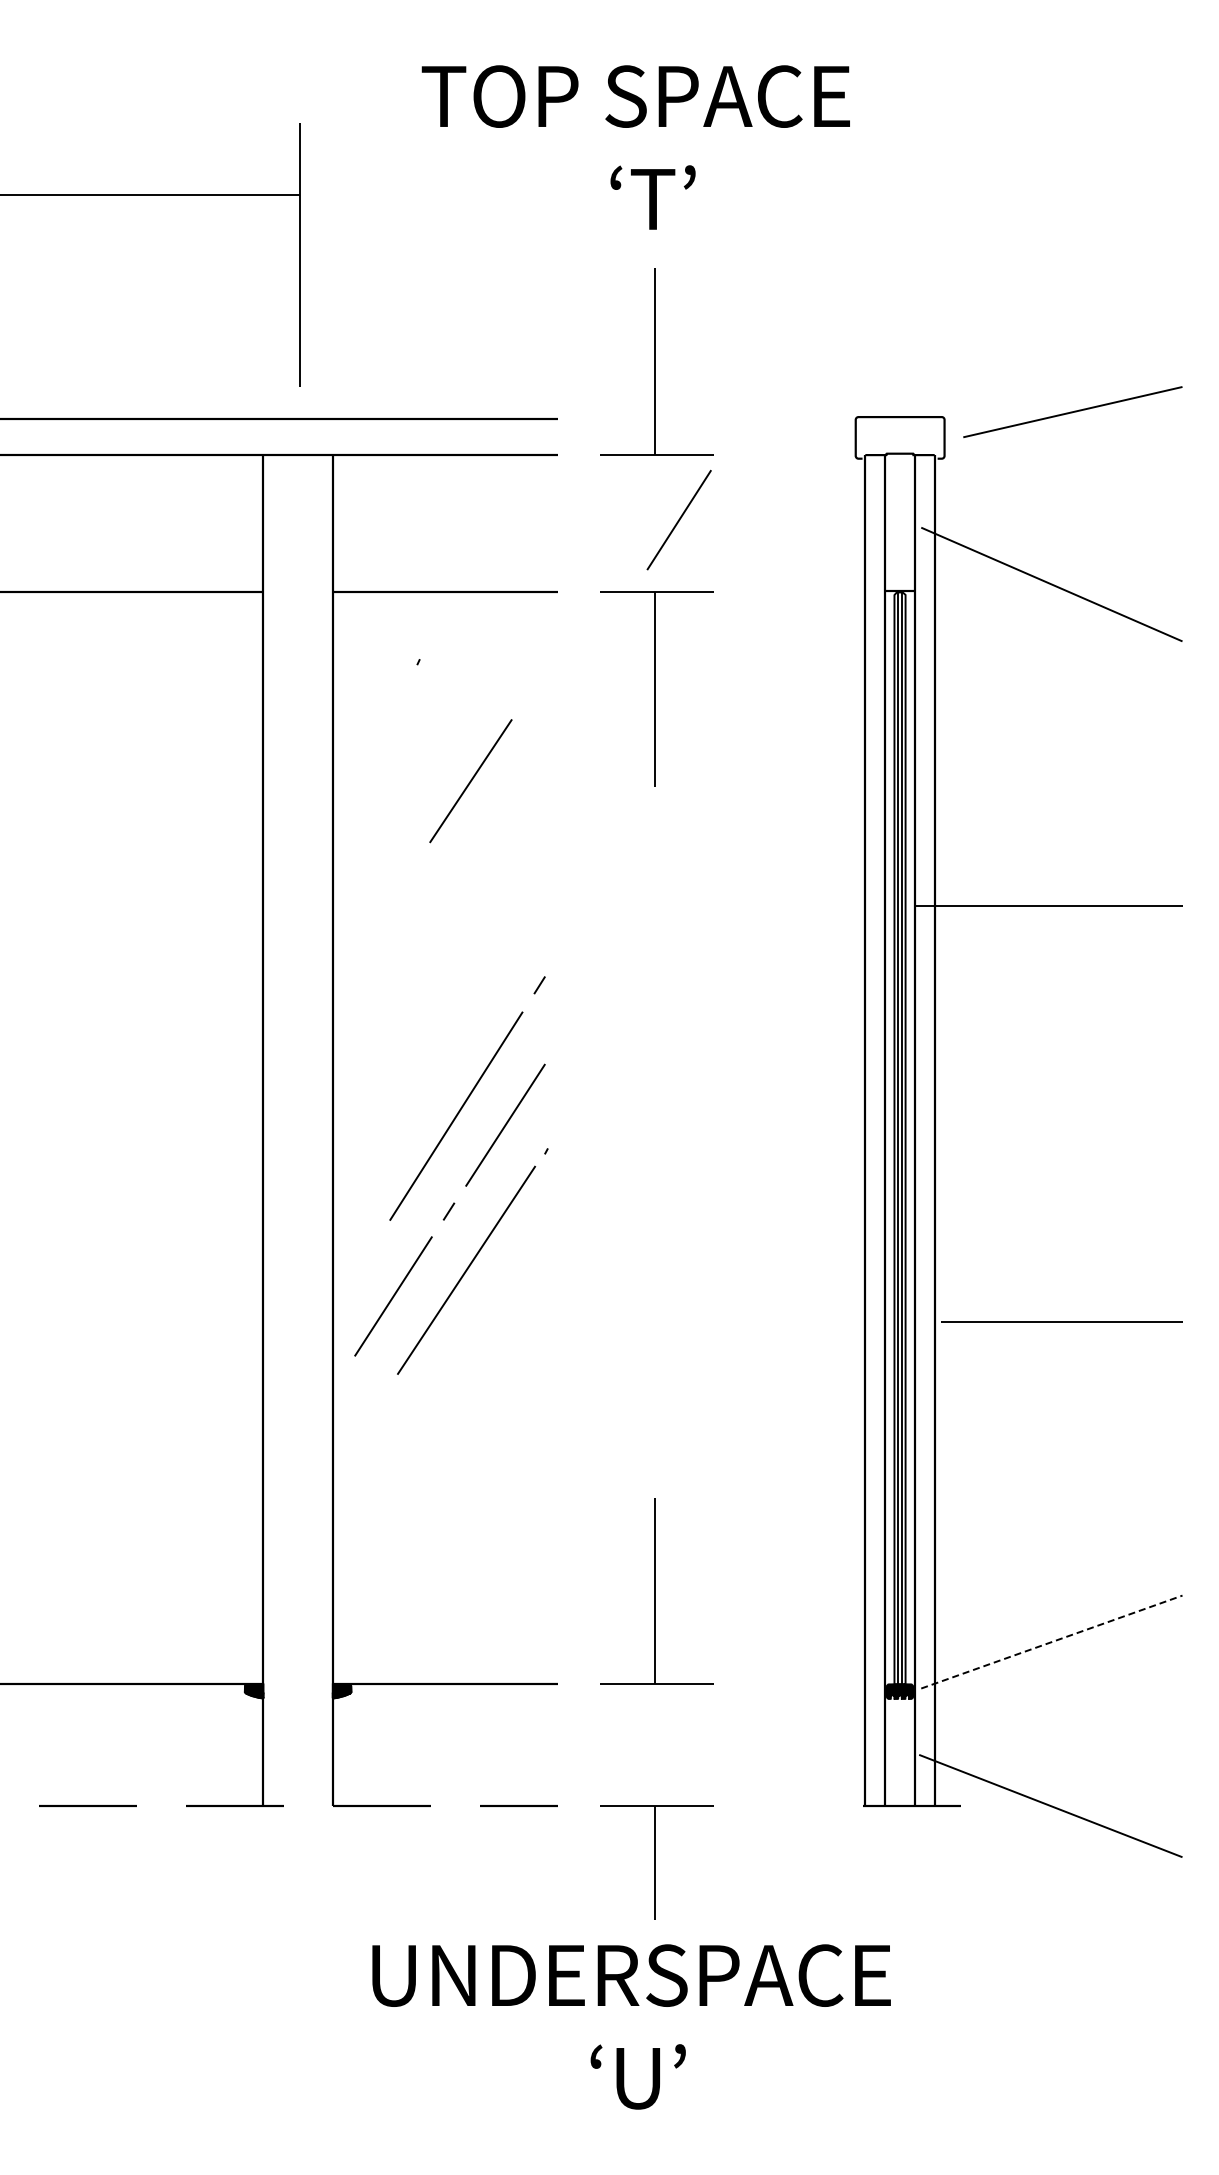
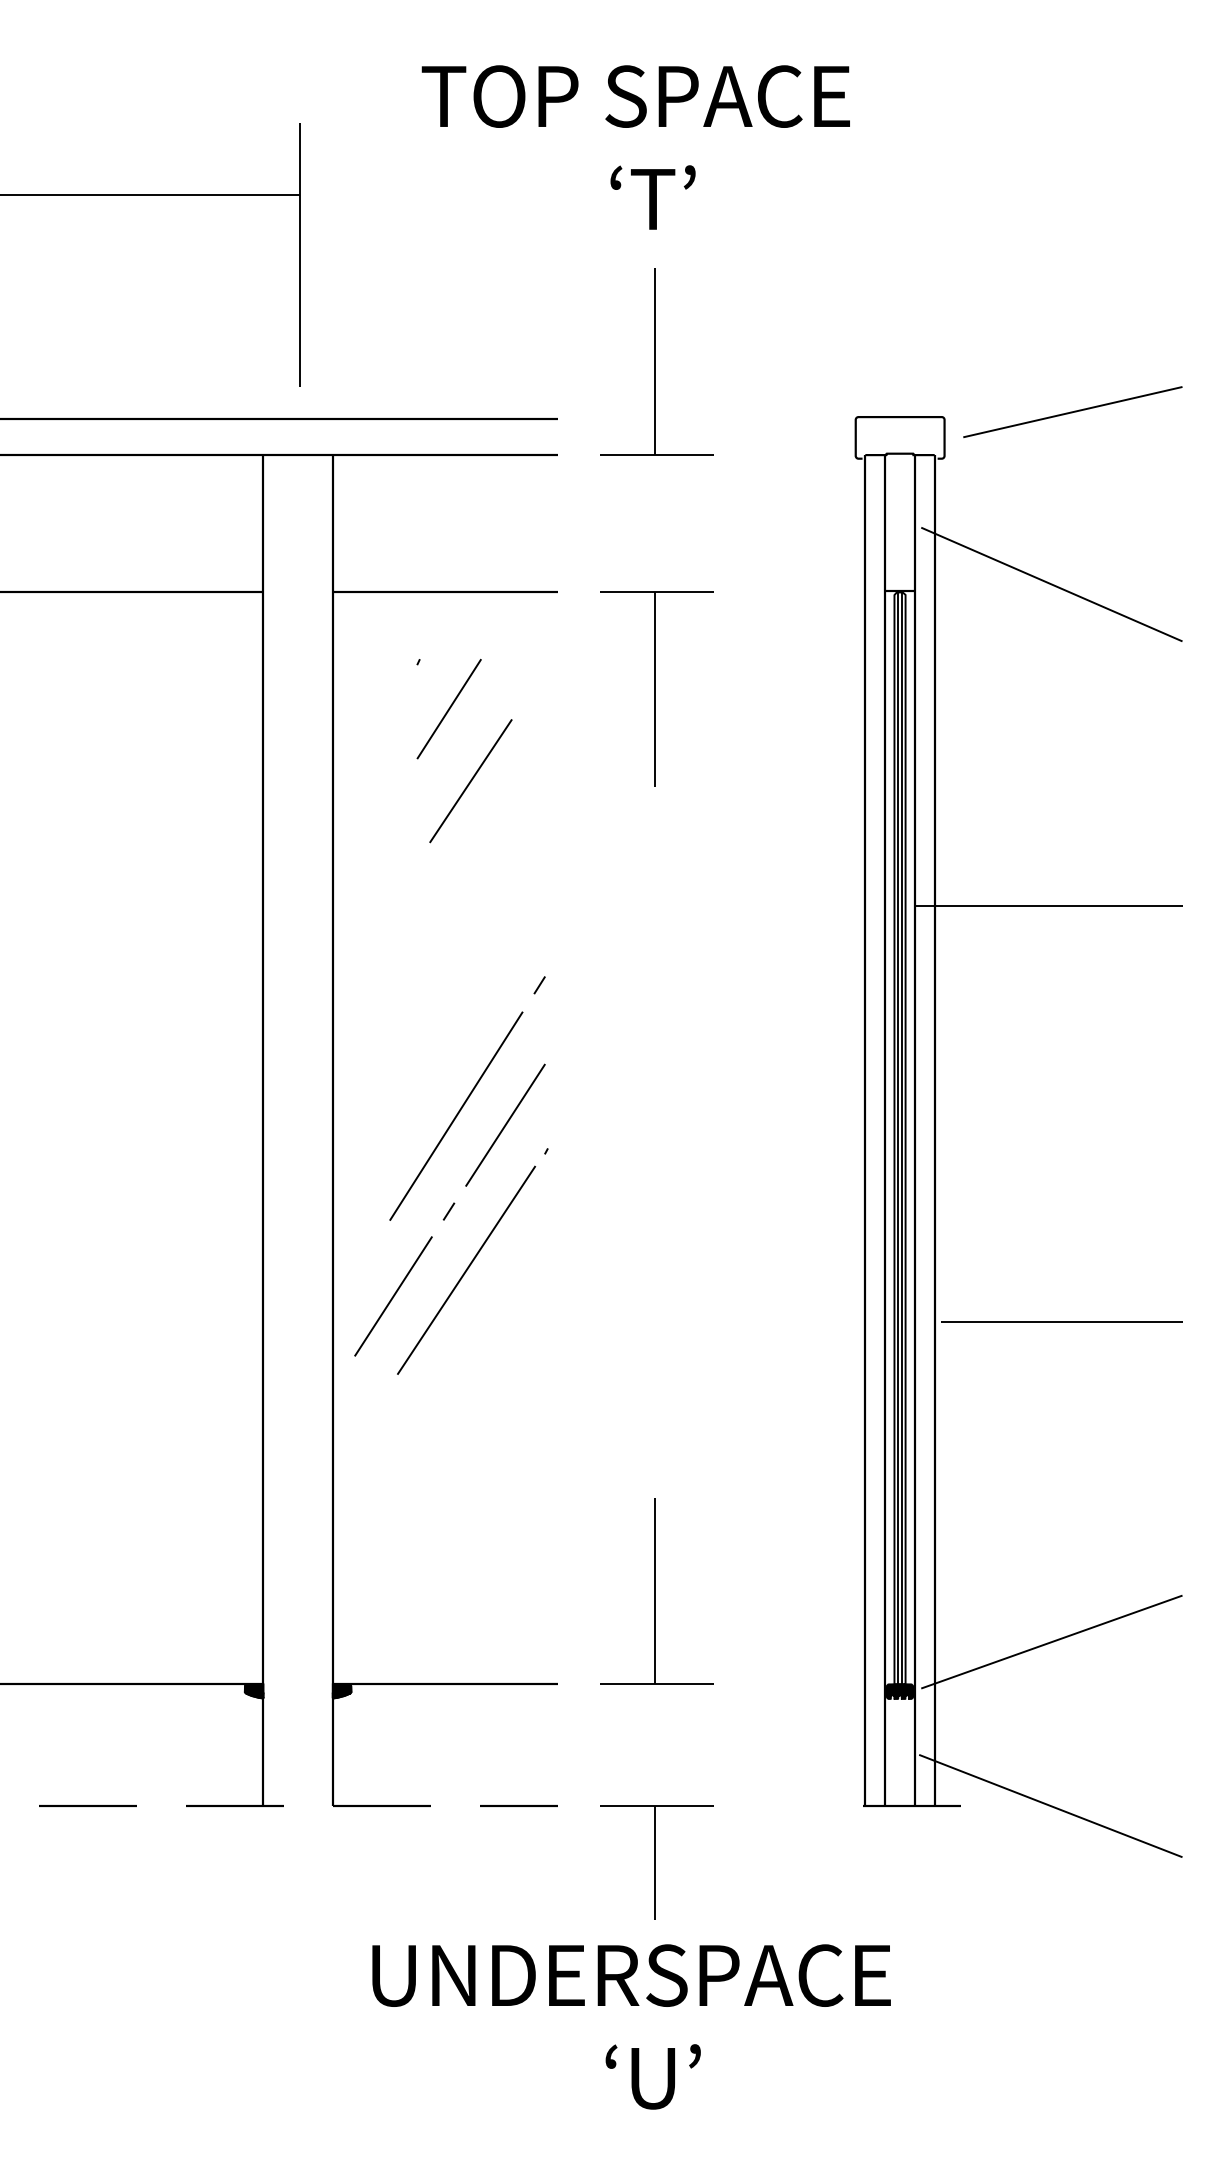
line at (678, 519) position: (678, 519) -> (448, 708)
line at (1051, 1642): dashed -> solid
text at (637, 2076) position: (637, 2076) -> (652, 2076)
